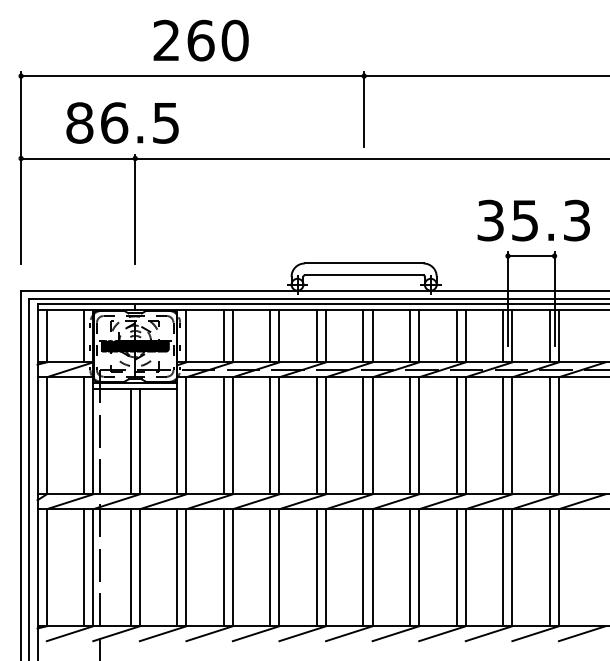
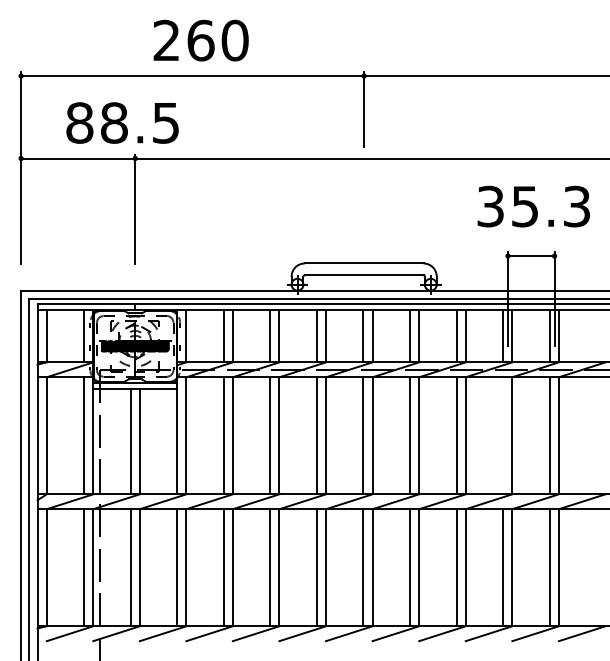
text at (114, 122): 86.5 -> 88.5
text at (533, 220) position: (533, 220) -> (533, 206)
line at (503, 435): present -> none
